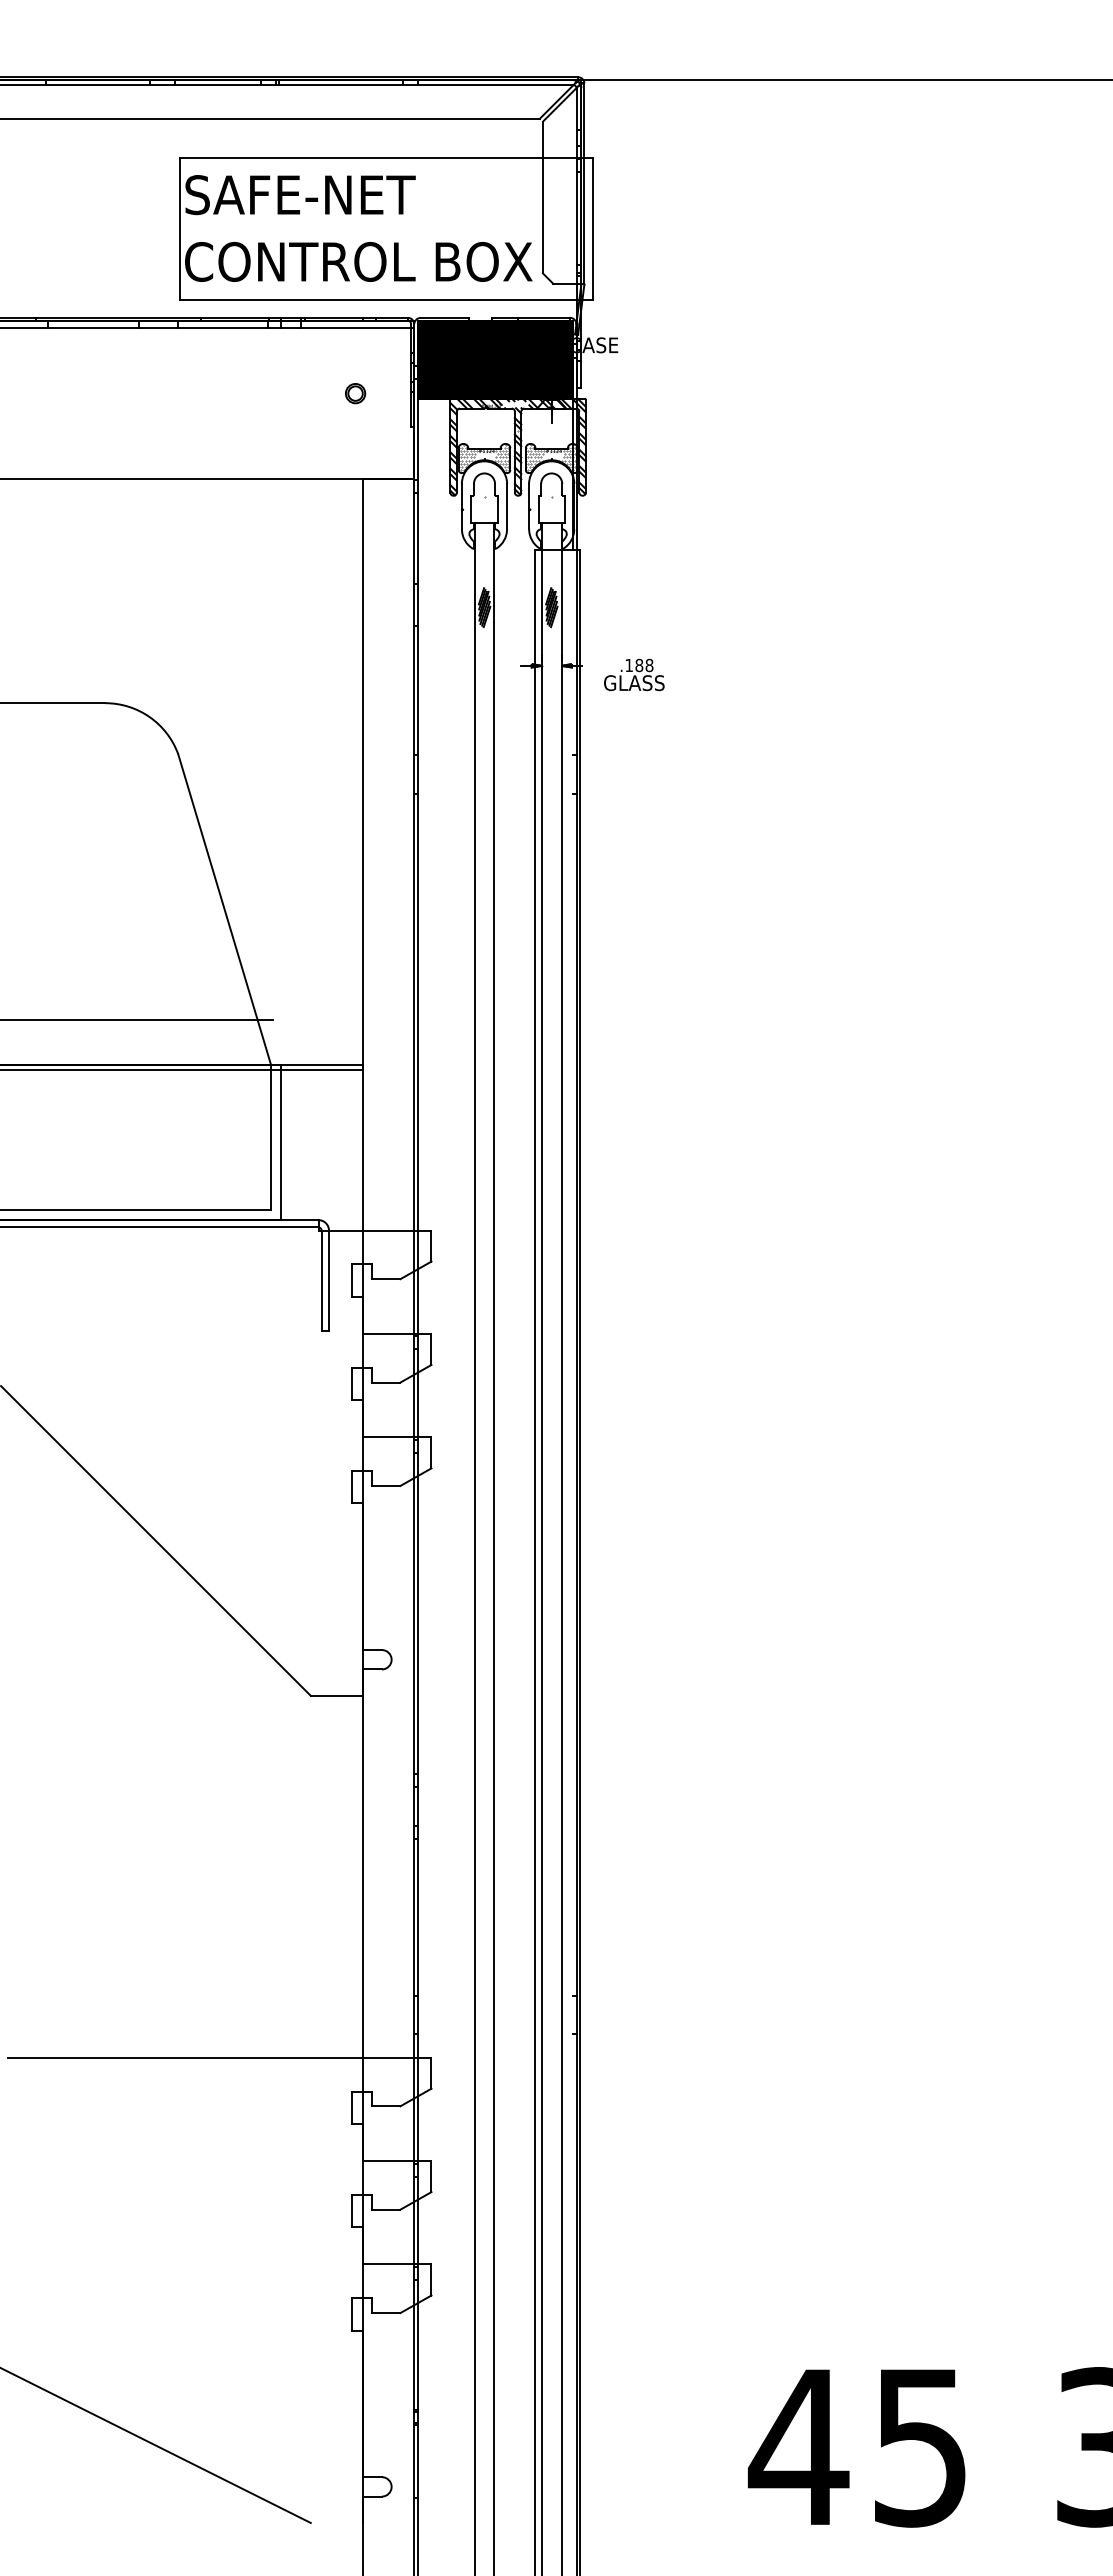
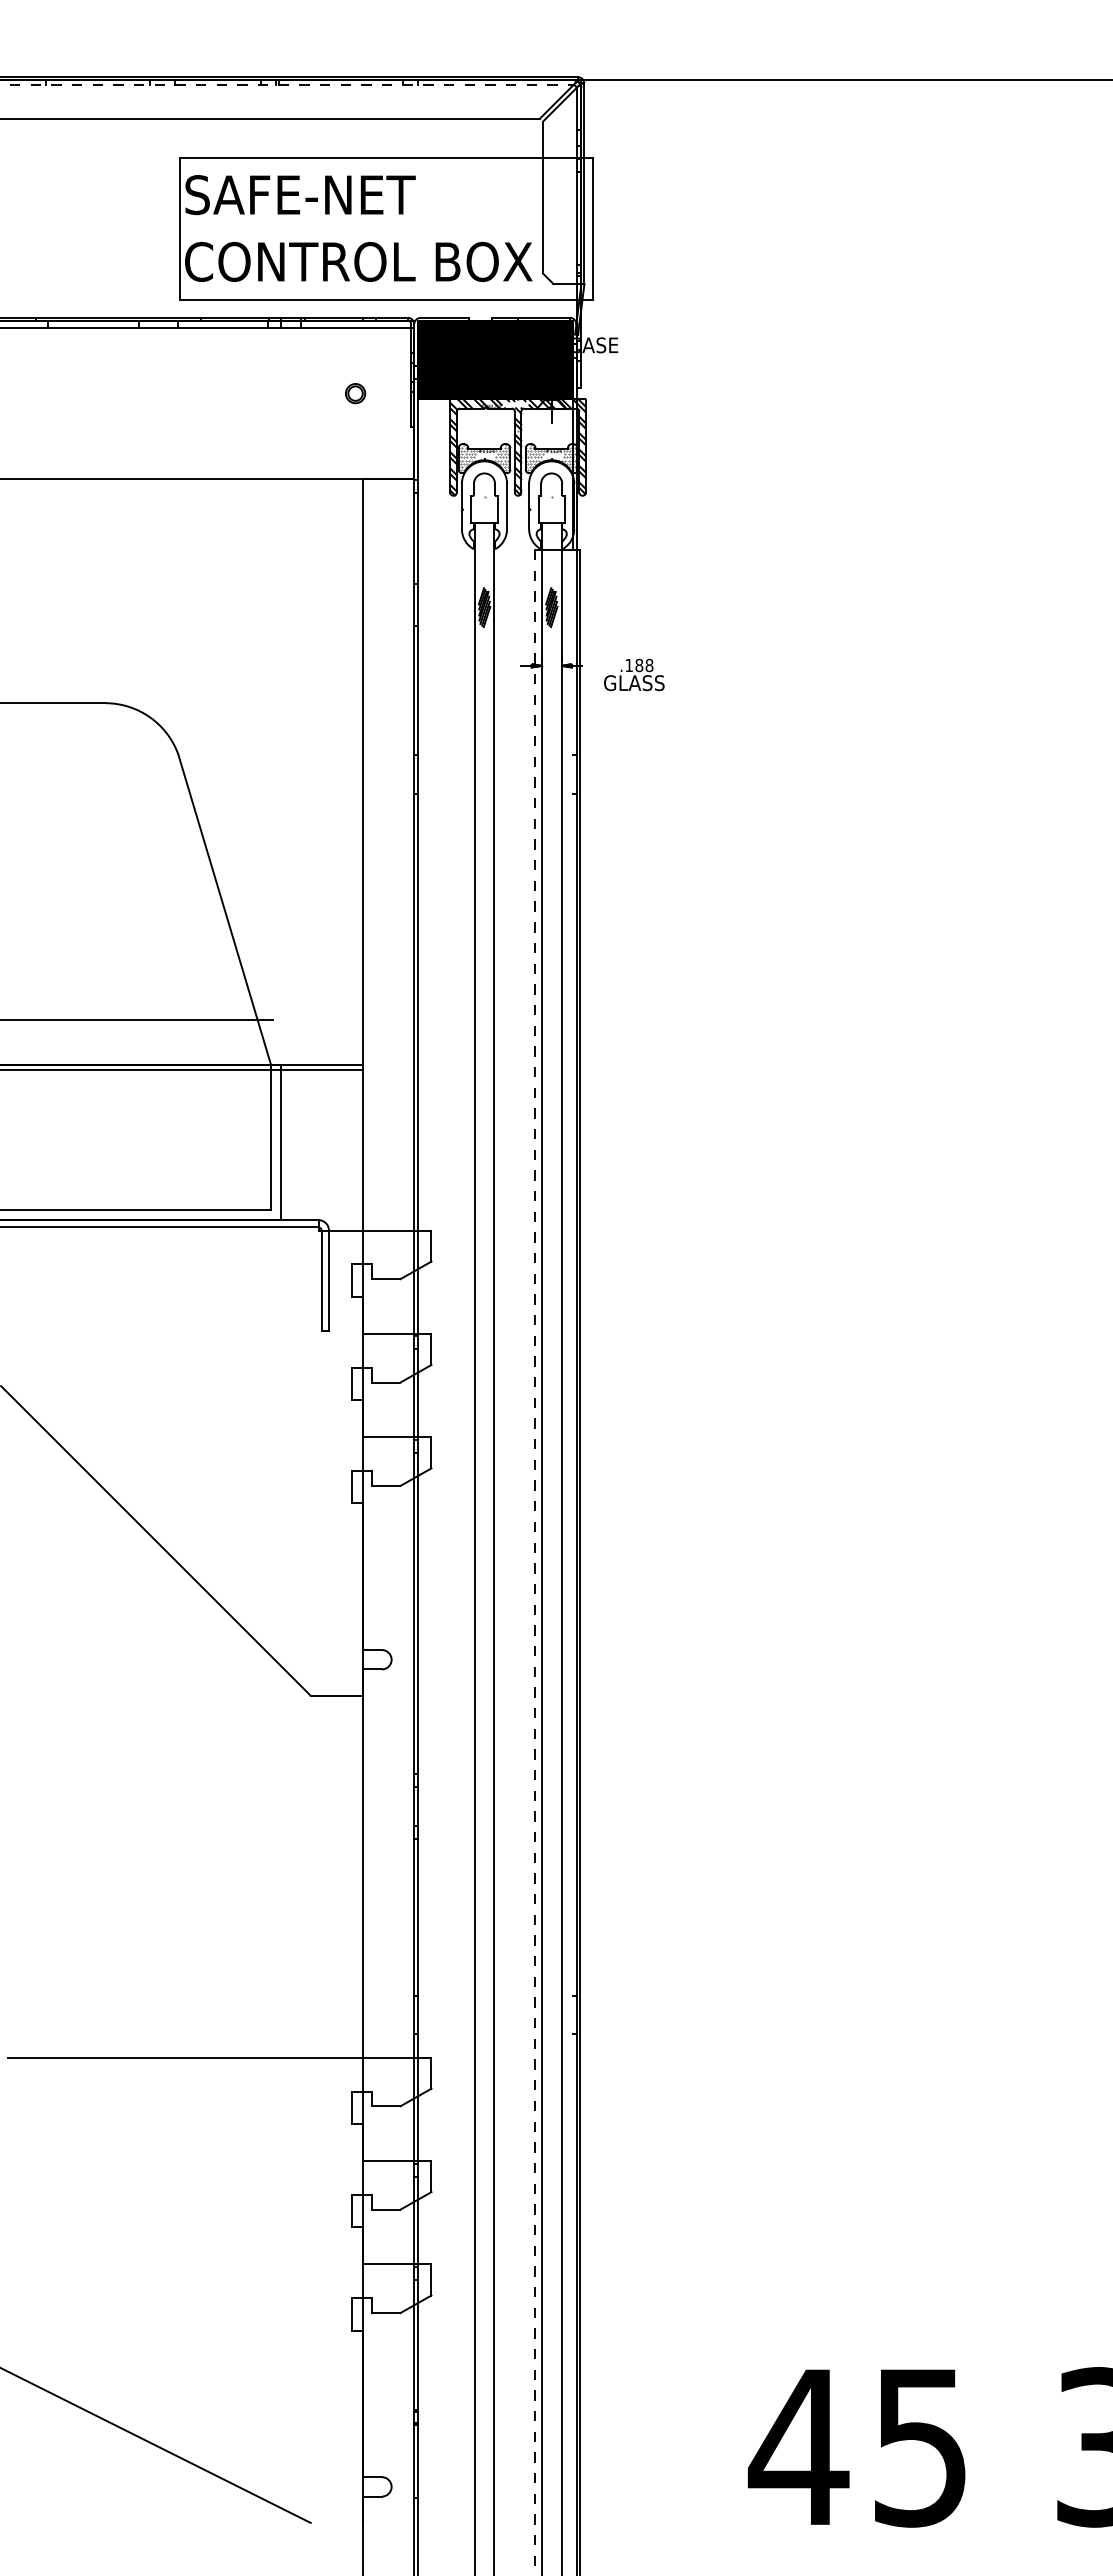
line at (287, 85): solid -> dashed
line at (535, 1562): solid -> dashed
